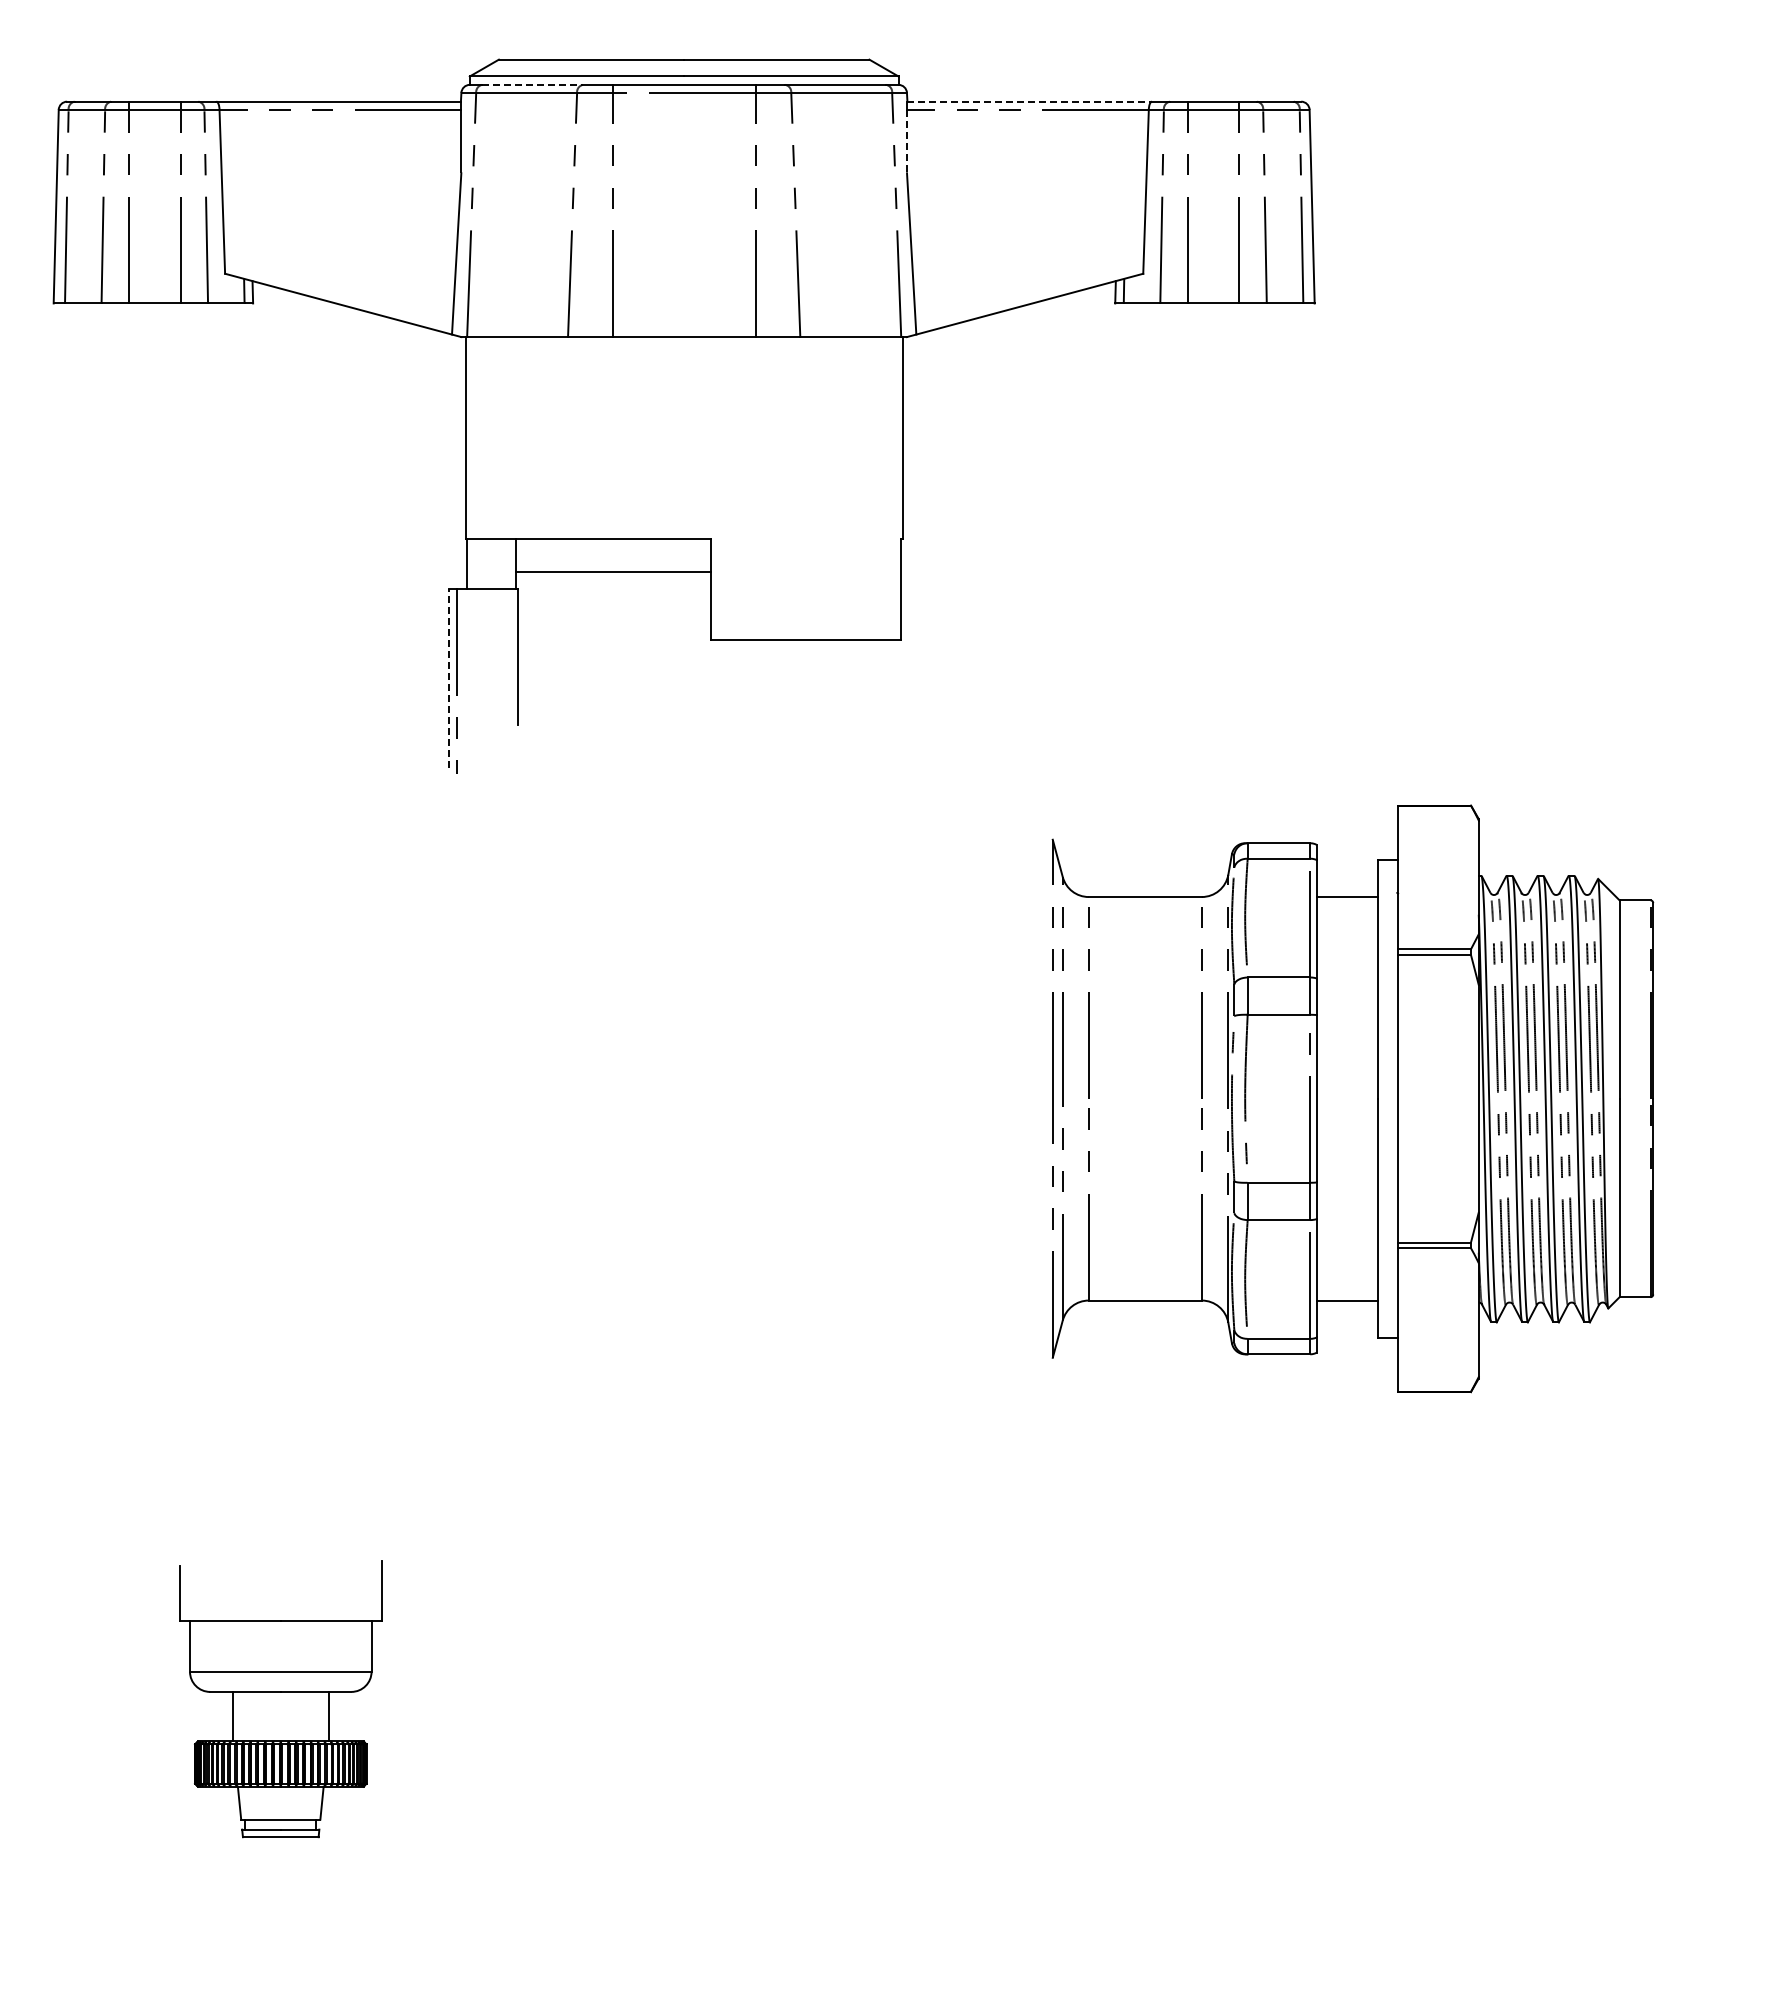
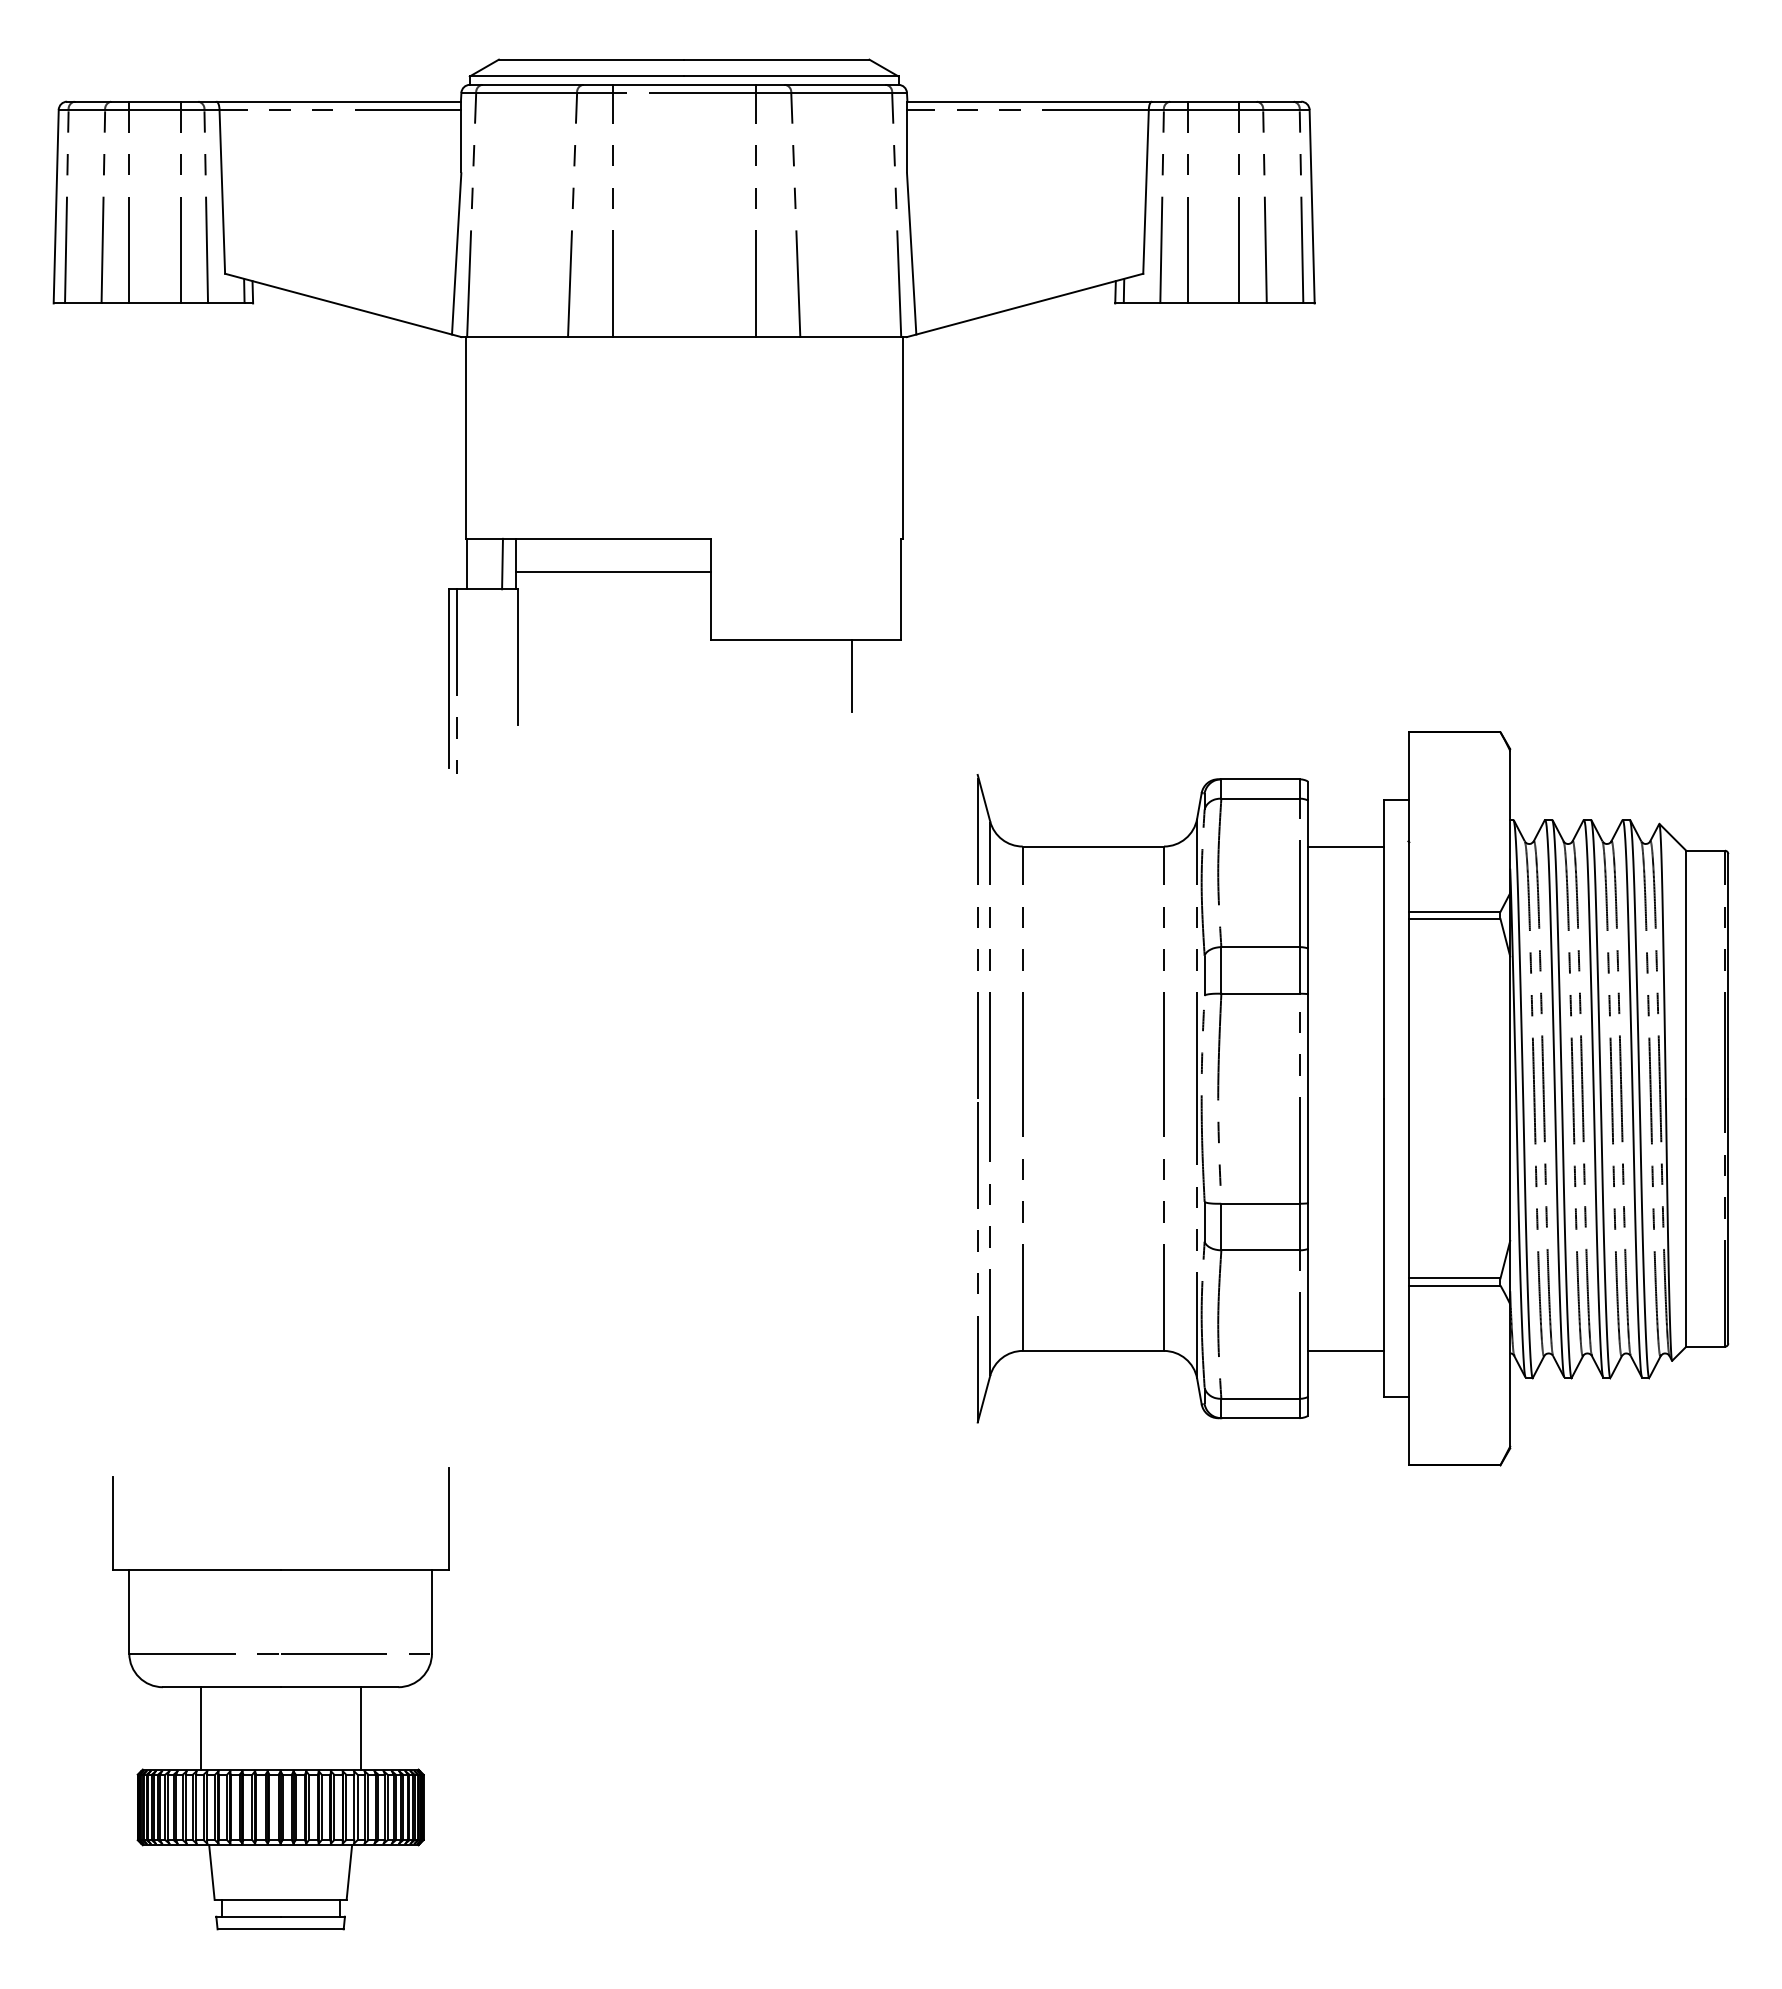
line at (533, 84): dashed -> solid
line at (1029, 101): dashed -> solid
line at (906, 140): dashed -> solid
line at (502, 563): none -> present
line at (852, 675): none -> present
line at (448, 677): dashed -> solid
part at (1352, 1098) size: 604x590 px -> 754x736 px
part at (280, 1699) size: 204x279 px -> 338x464 px
